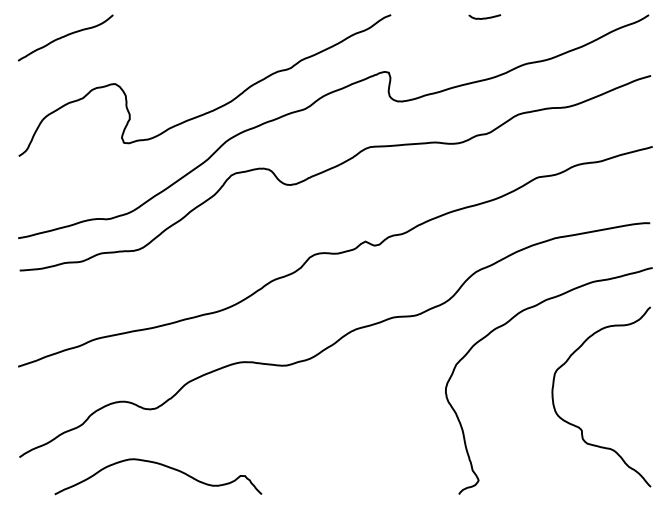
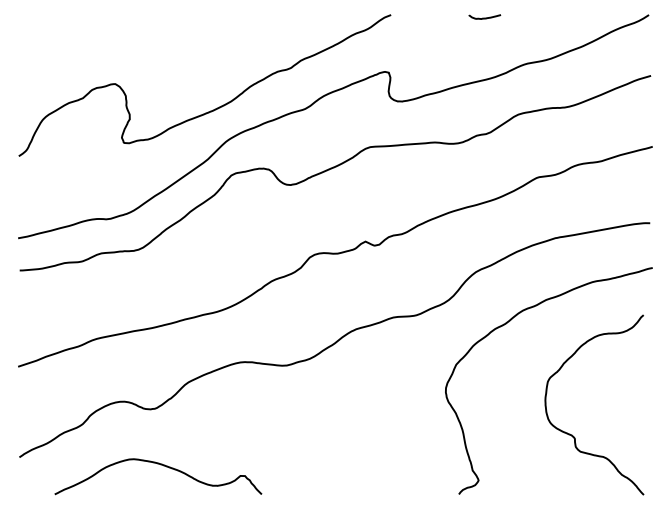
curve at (65, 36): present -> none
curve at (579, 426) position: (579, 426) -> (572, 434)
